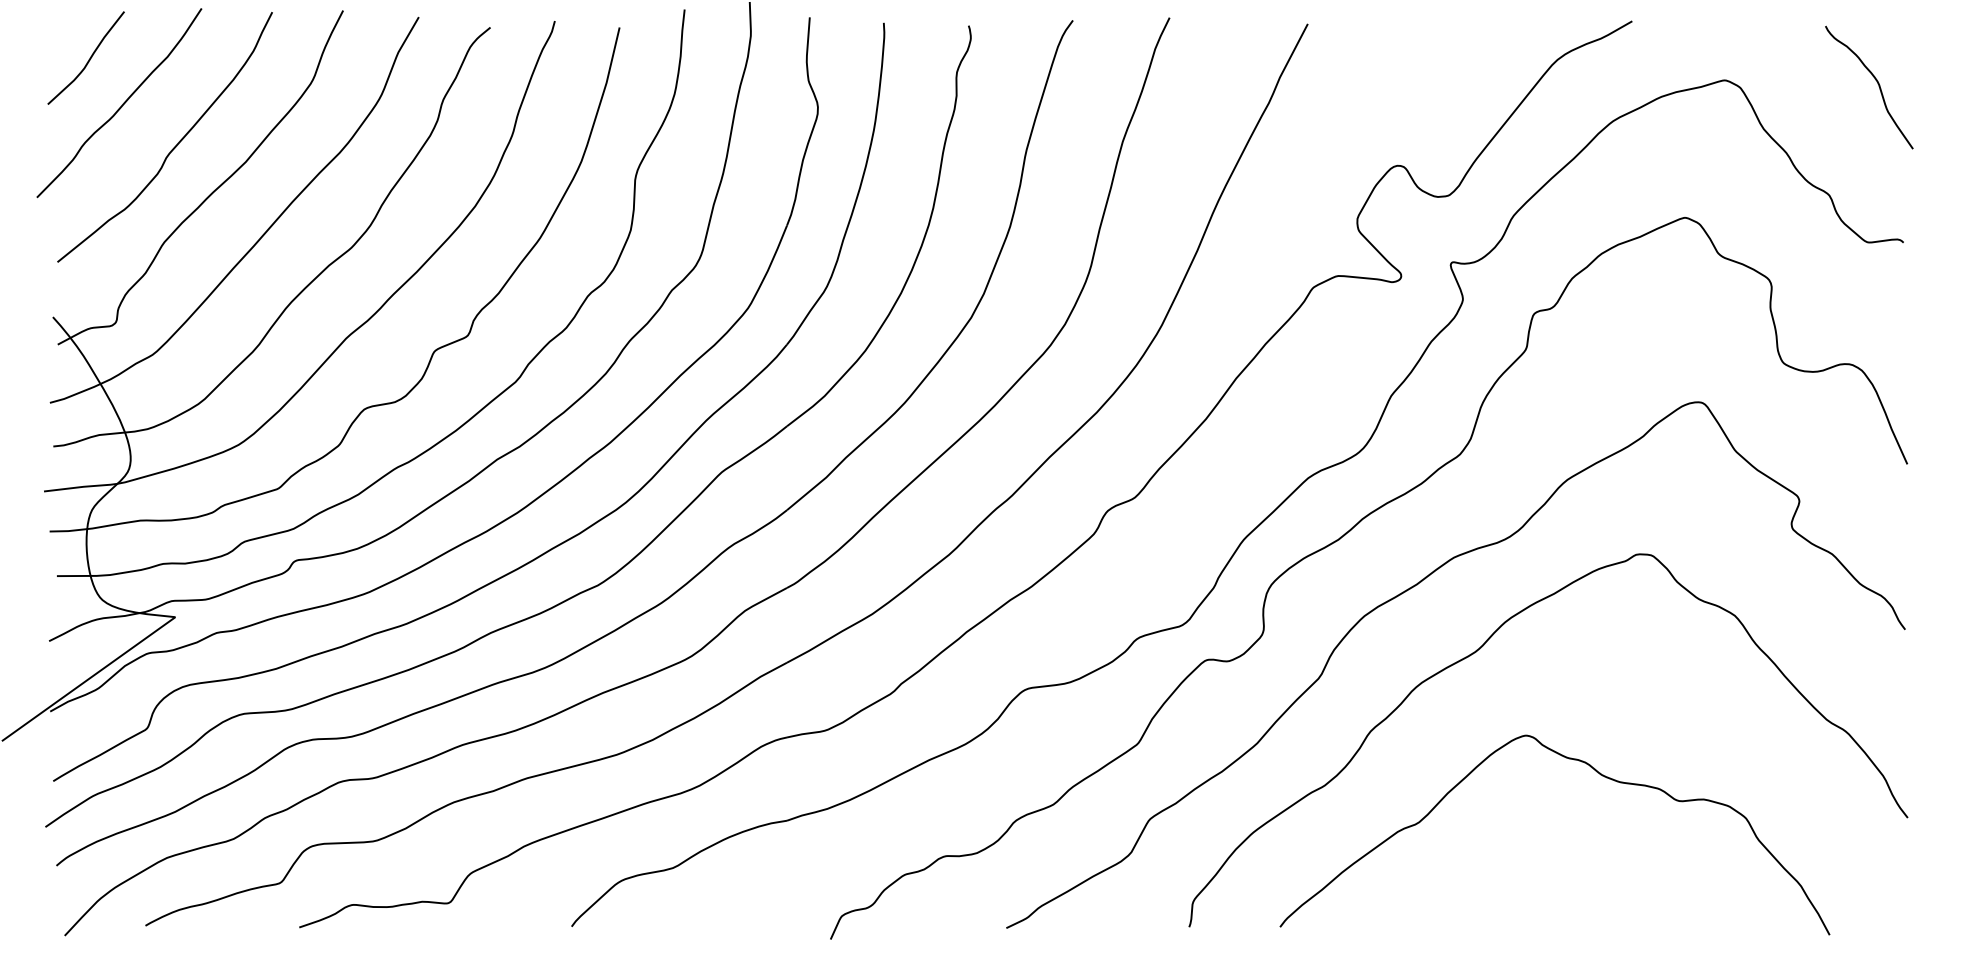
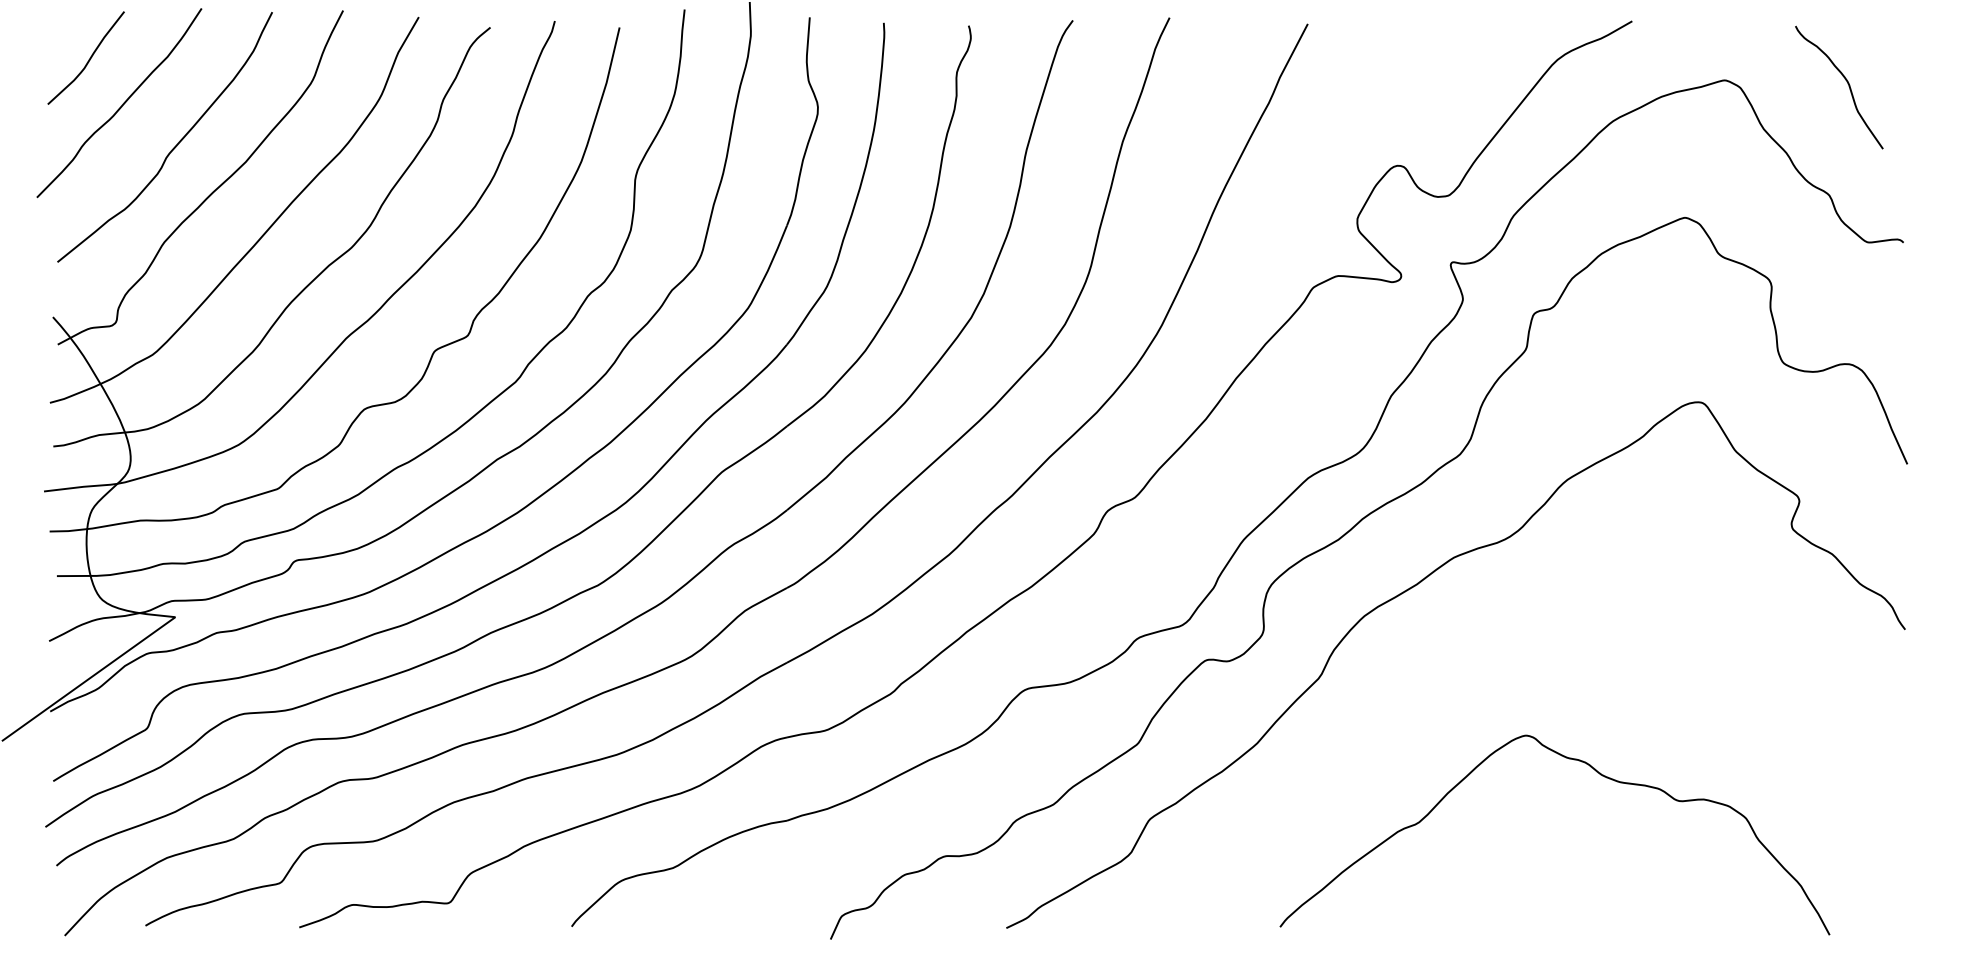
curve at (1877, 84) position: (1877, 84) -> (1847, 84)
curve at (1476, 652): present -> none
